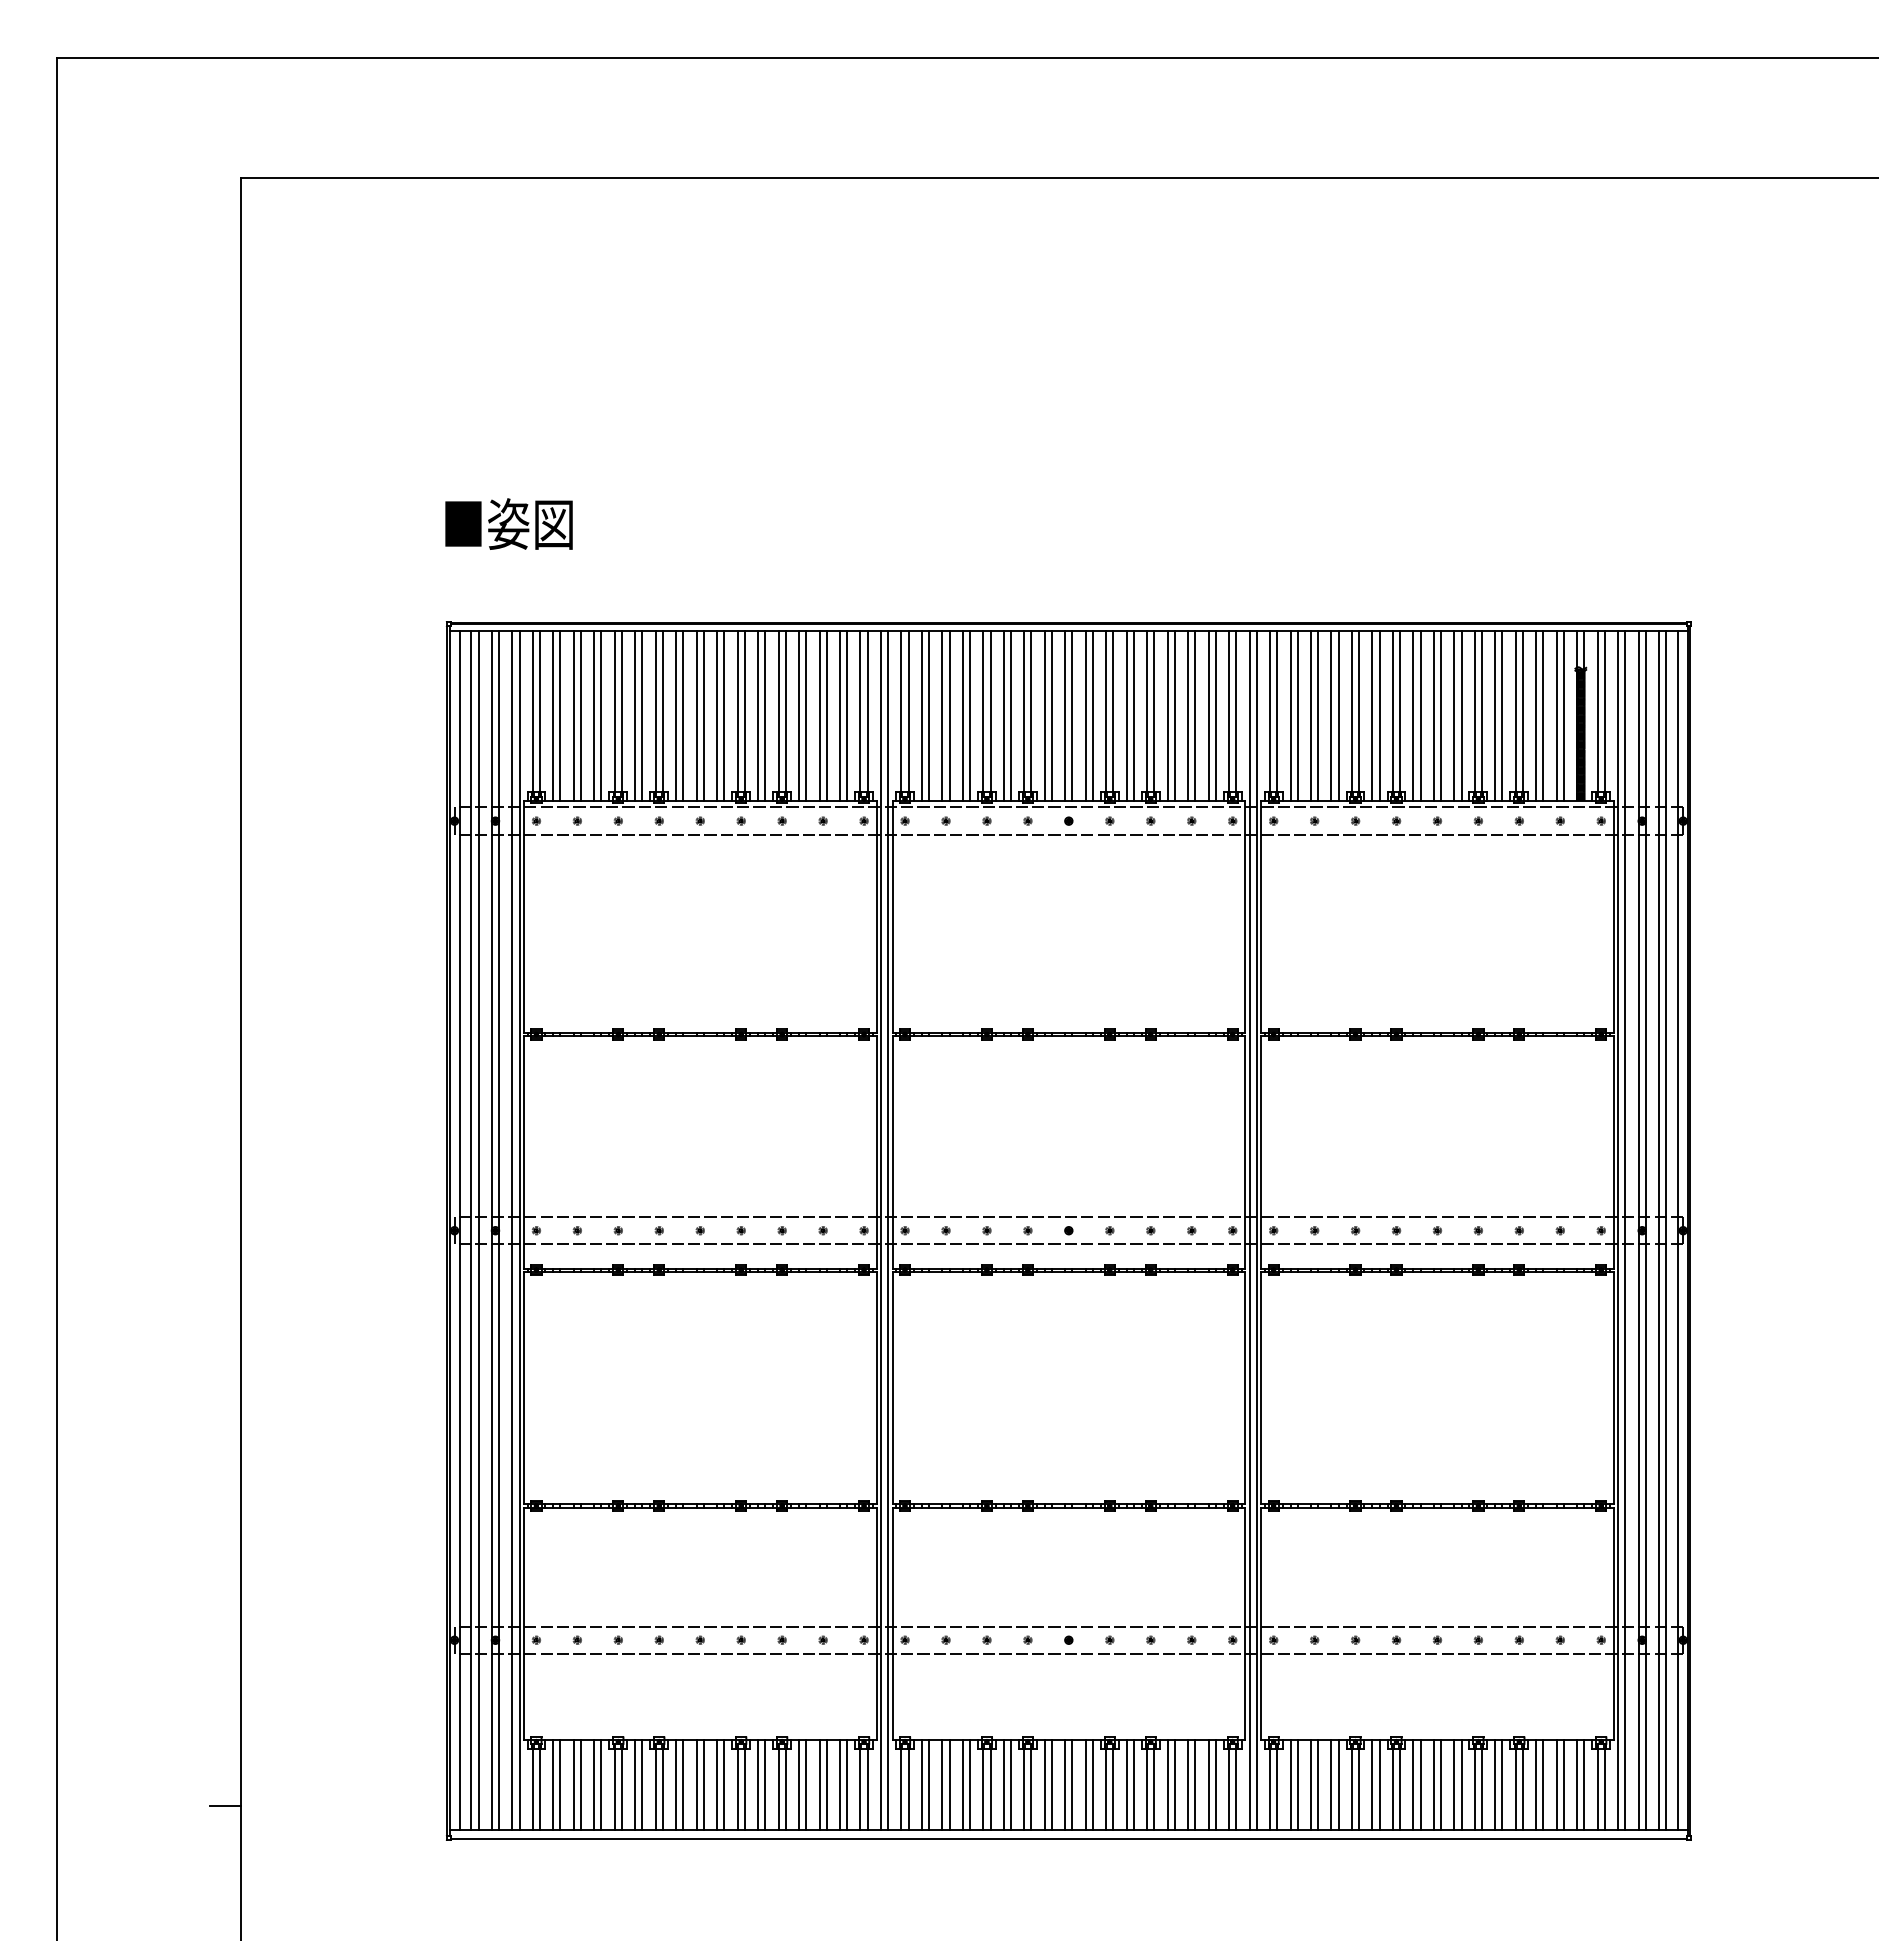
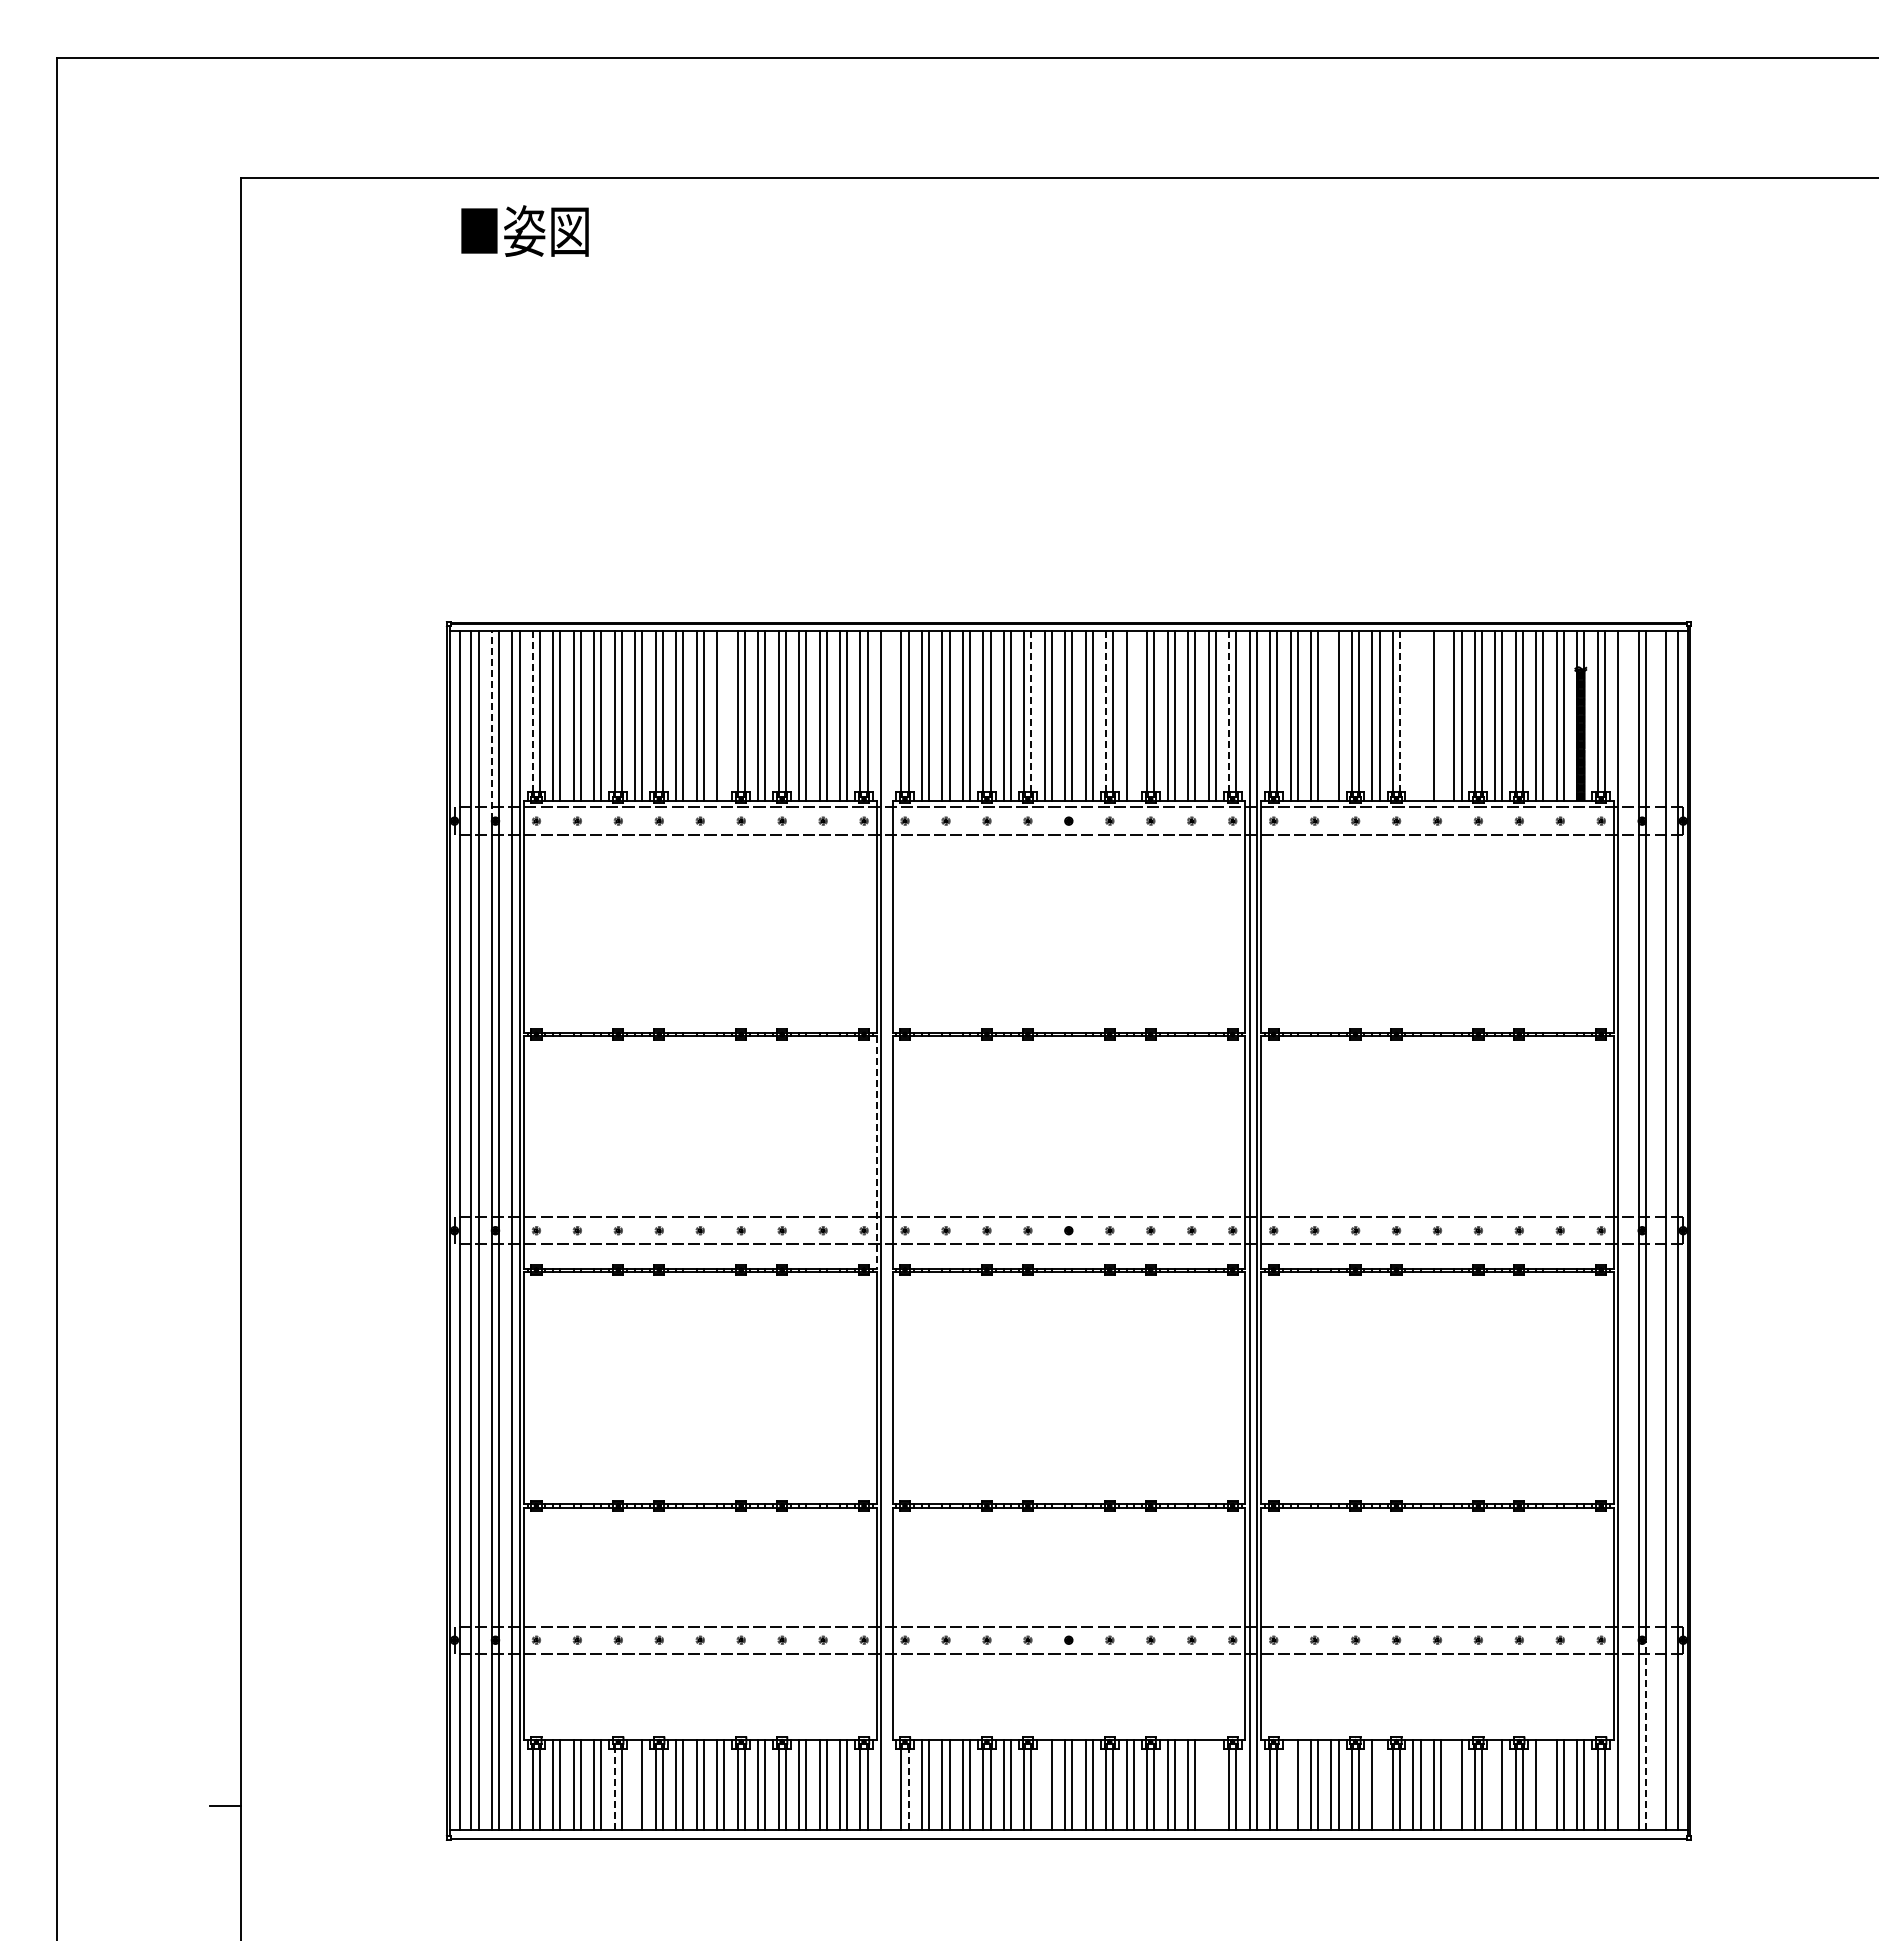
text at (508, 523) position: (508, 523) -> (524, 230)
line at (532, 711): solid -> dashed
line at (1031, 711): solid -> dashed
line at (1106, 711): solid -> dashed
line at (1229, 712): solid -> dashed
line at (1400, 712): solid -> dashed
line at (724, 715): present -> none
line at (1133, 715): present -> none
line at (1331, 715): present -> none
line at (1413, 715): present -> none
line at (1420, 715): present -> none
line at (1441, 715): present -> none
line at (491, 725): solid -> dashed
line at (876, 1152): solid -> dashed
line at (888, 1230): present -> none
line at (1625, 1230): present -> none
line at (1658, 1230): present -> none
line at (1645, 1735): solid -> dashed
line at (635, 1784): present -> none
line at (1044, 1784): present -> none
line at (1208, 1784): present -> none
line at (1215, 1784): present -> none
line at (1290, 1784): present -> none
line at (1379, 1784): present -> none
line at (1454, 1784): present -> none
line at (1495, 1784): present -> none
line at (1543, 1784): present -> none
line at (614, 1788): solid -> dashed
line at (908, 1788): solid -> dashed
